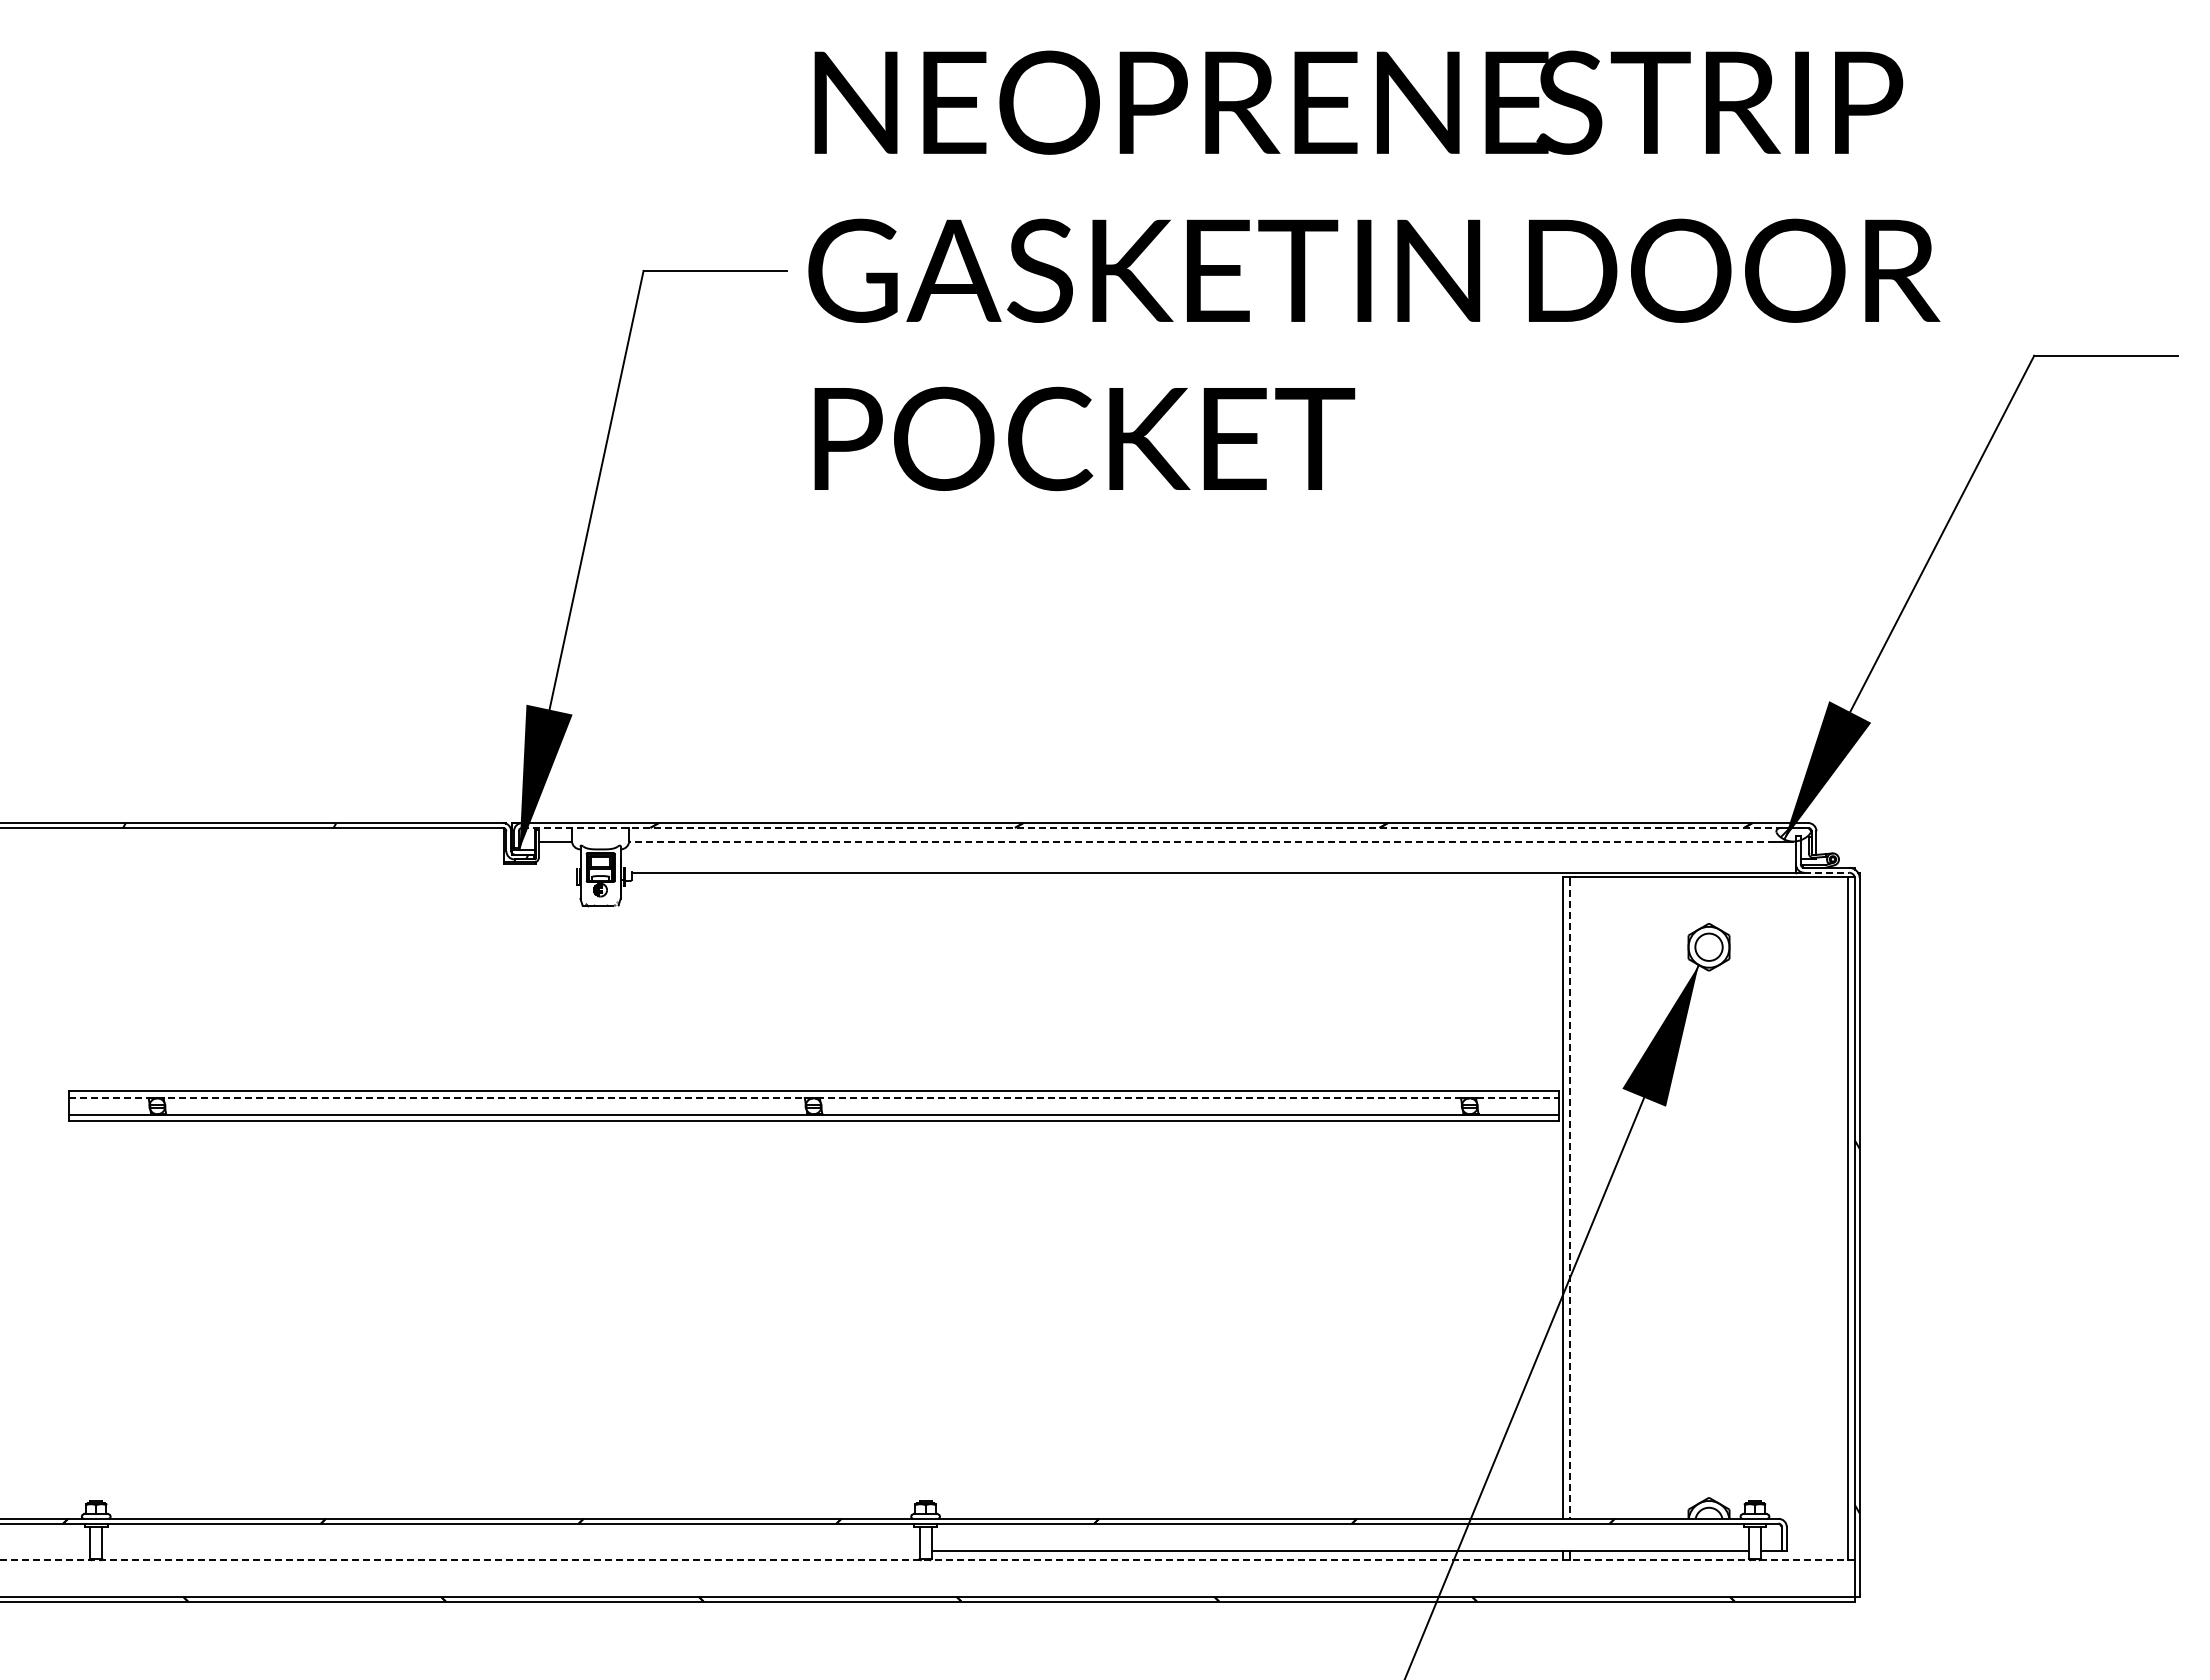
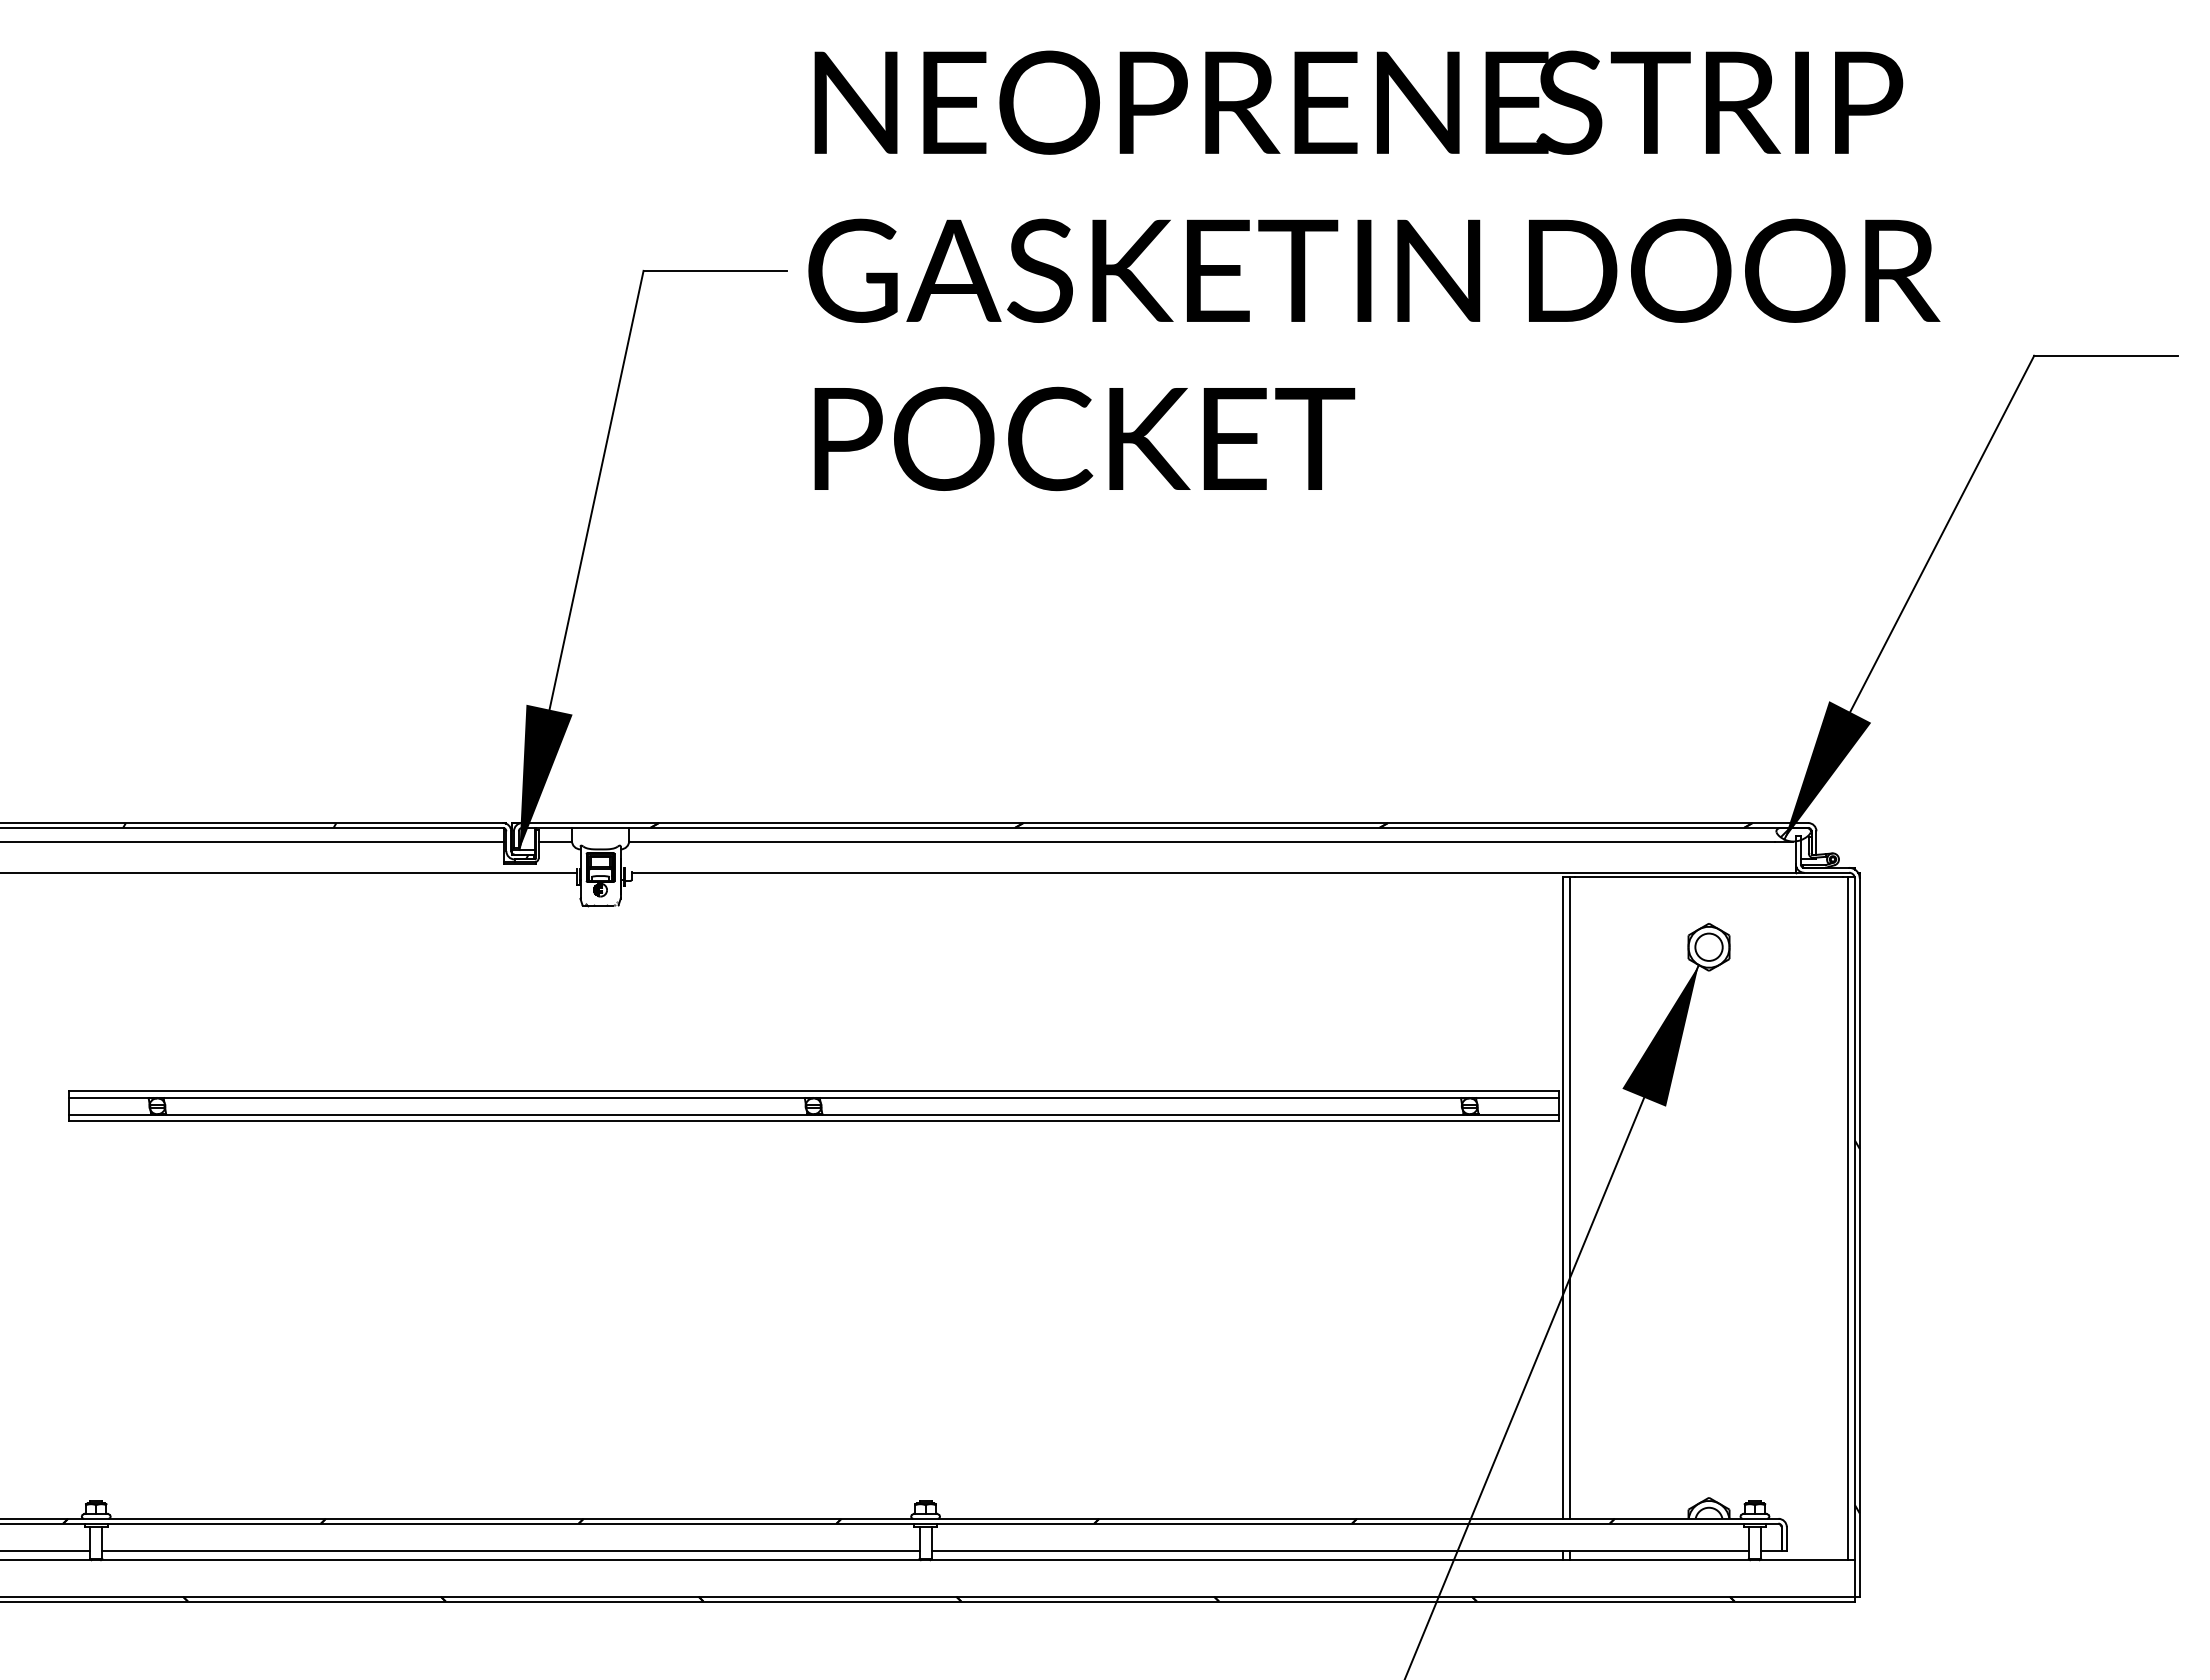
line at (1165, 827): dashed -> solid
line at (253, 841): none -> present
line at (1201, 841): dashed -> solid
line at (289, 872): none -> present
line at (1827, 872): dashed -> solid
line at (814, 1098): dashed -> solid
line at (1570, 1198): dashed -> solid
line at (46, 1550): none -> present
line at (510, 1550): none -> present
line at (926, 1560): dashed -> solid
